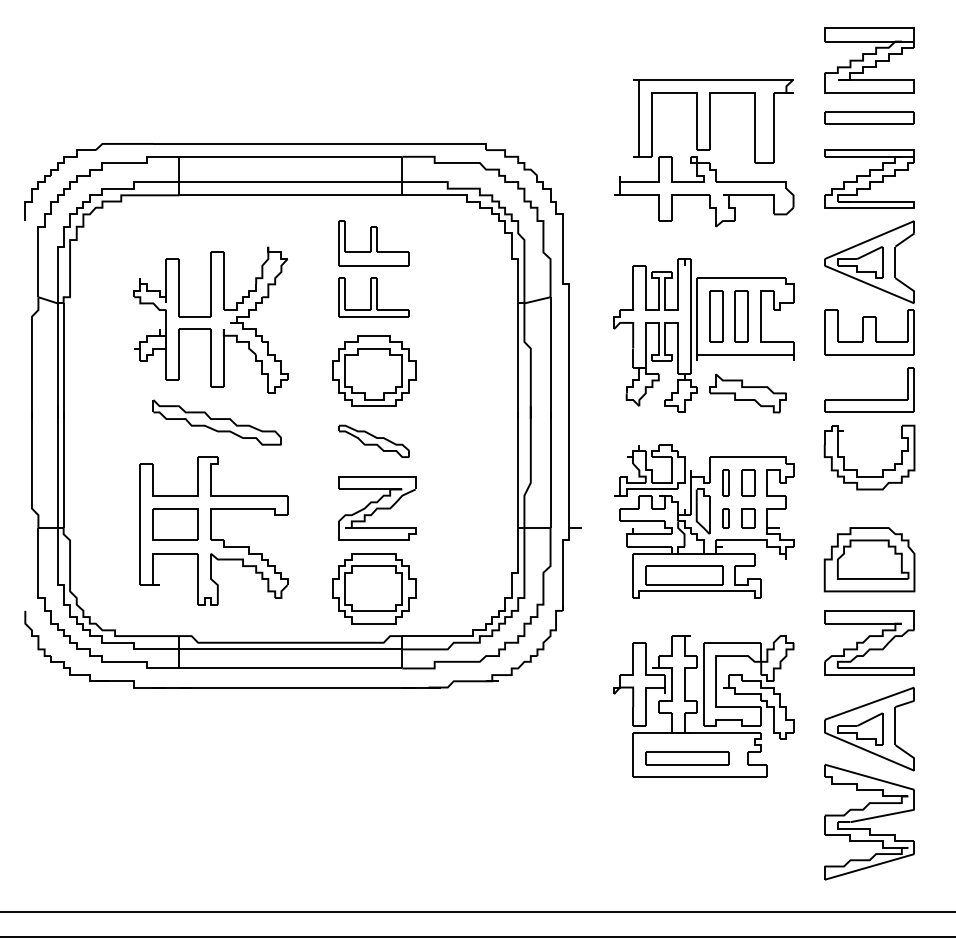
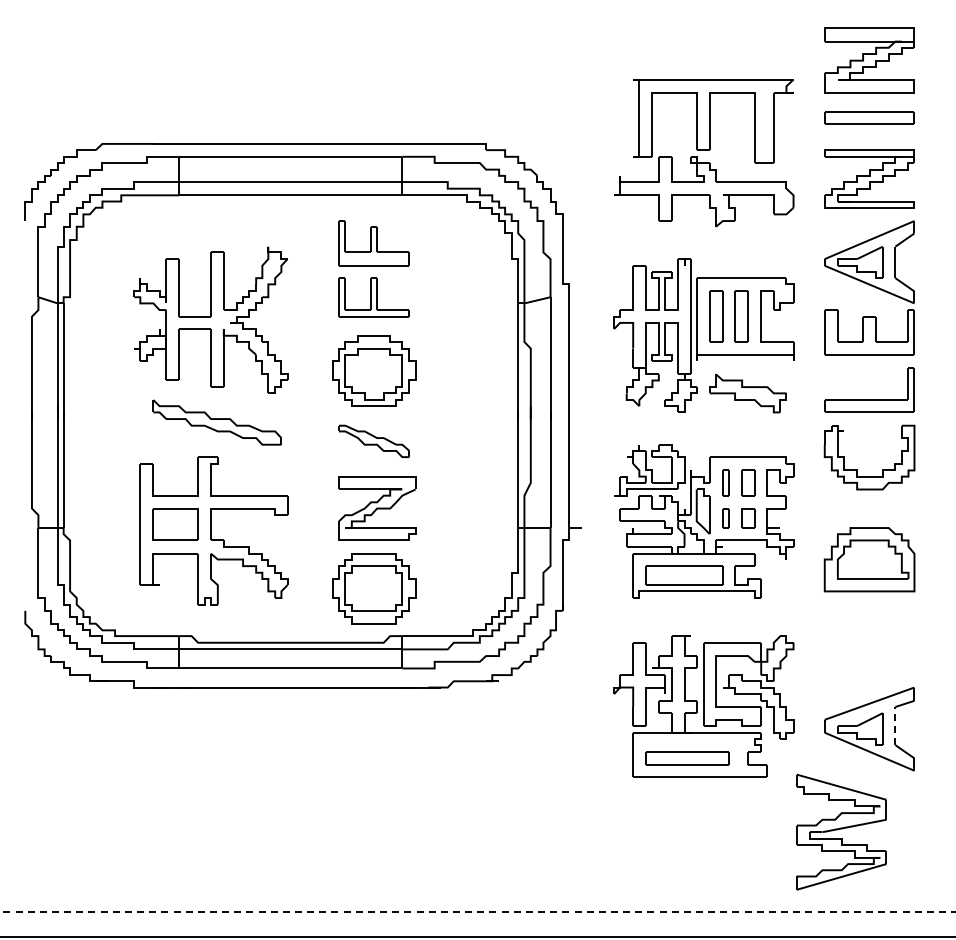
part at (869, 642): present -> none
line at (895, 725): solid -> dashed
part at (869, 821) position: (869, 821) -> (841, 831)
line at (477, 911): solid -> dashed
